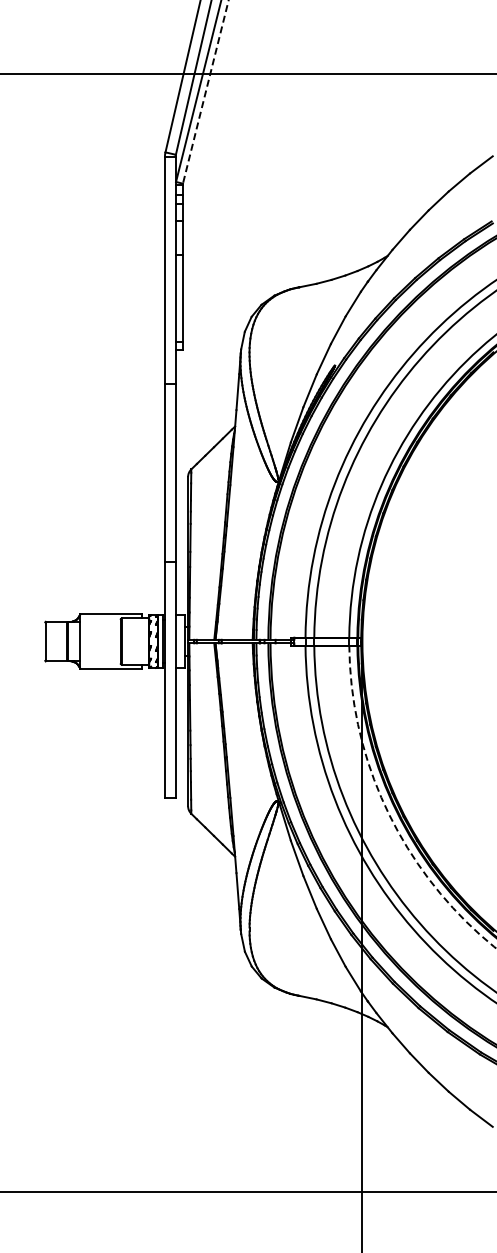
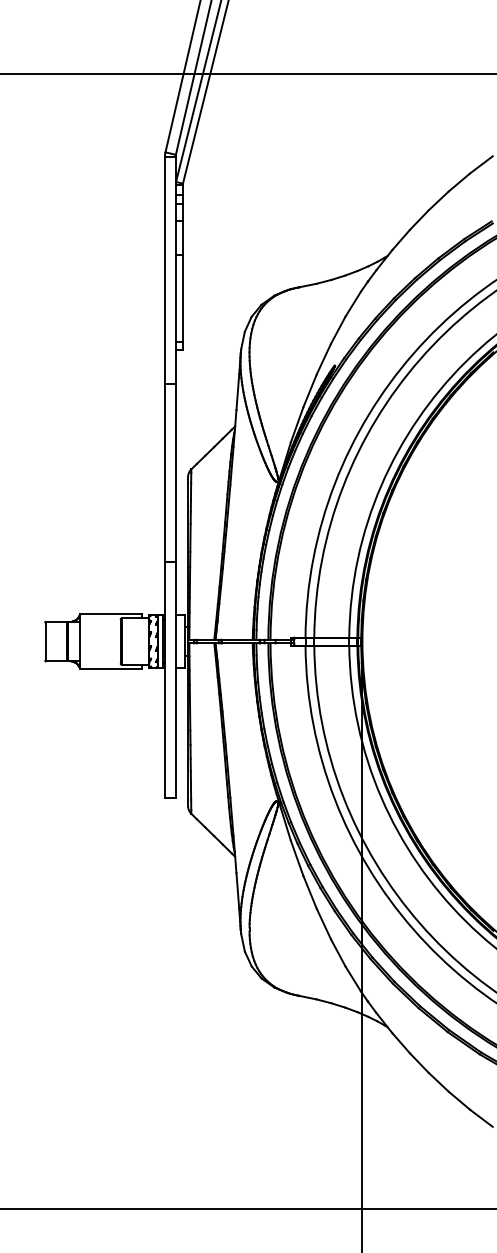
line at (205, 92): dashed -> solid
arc at (388, 813): dashed -> solid
line at (247, 1192) position: (247, 1192) -> (247, 1209)
